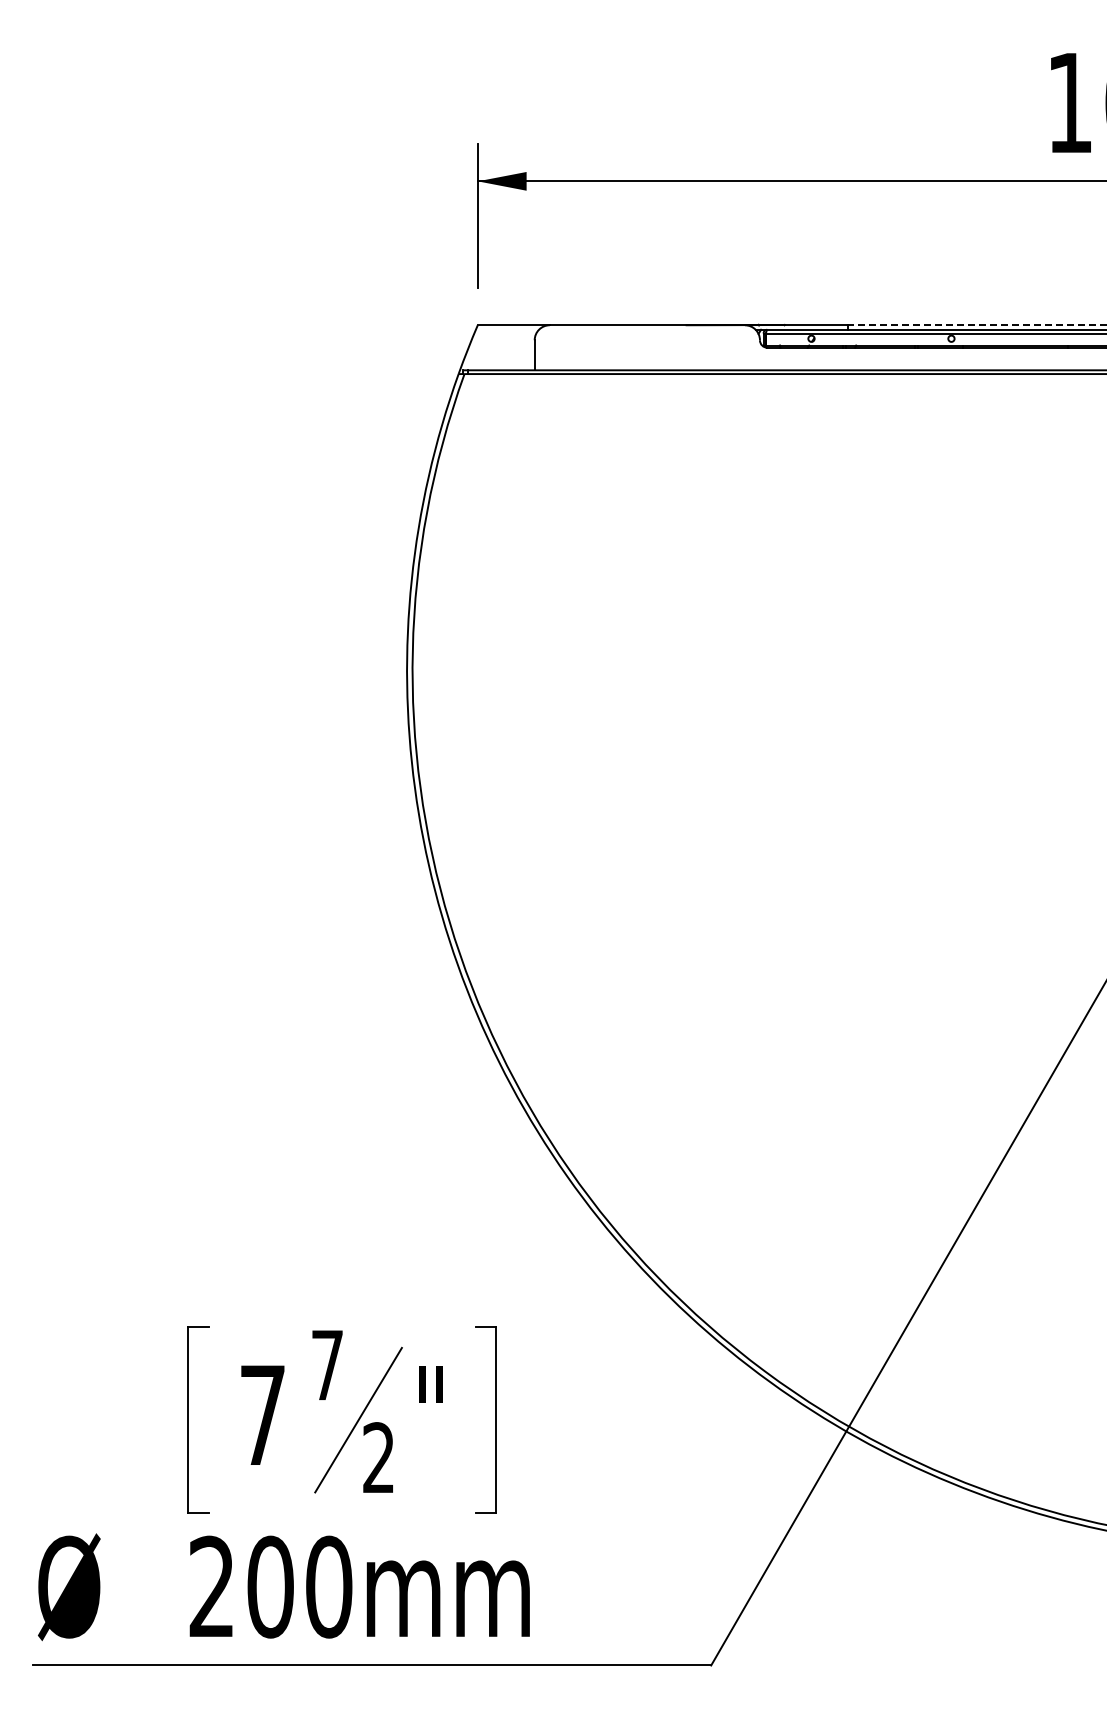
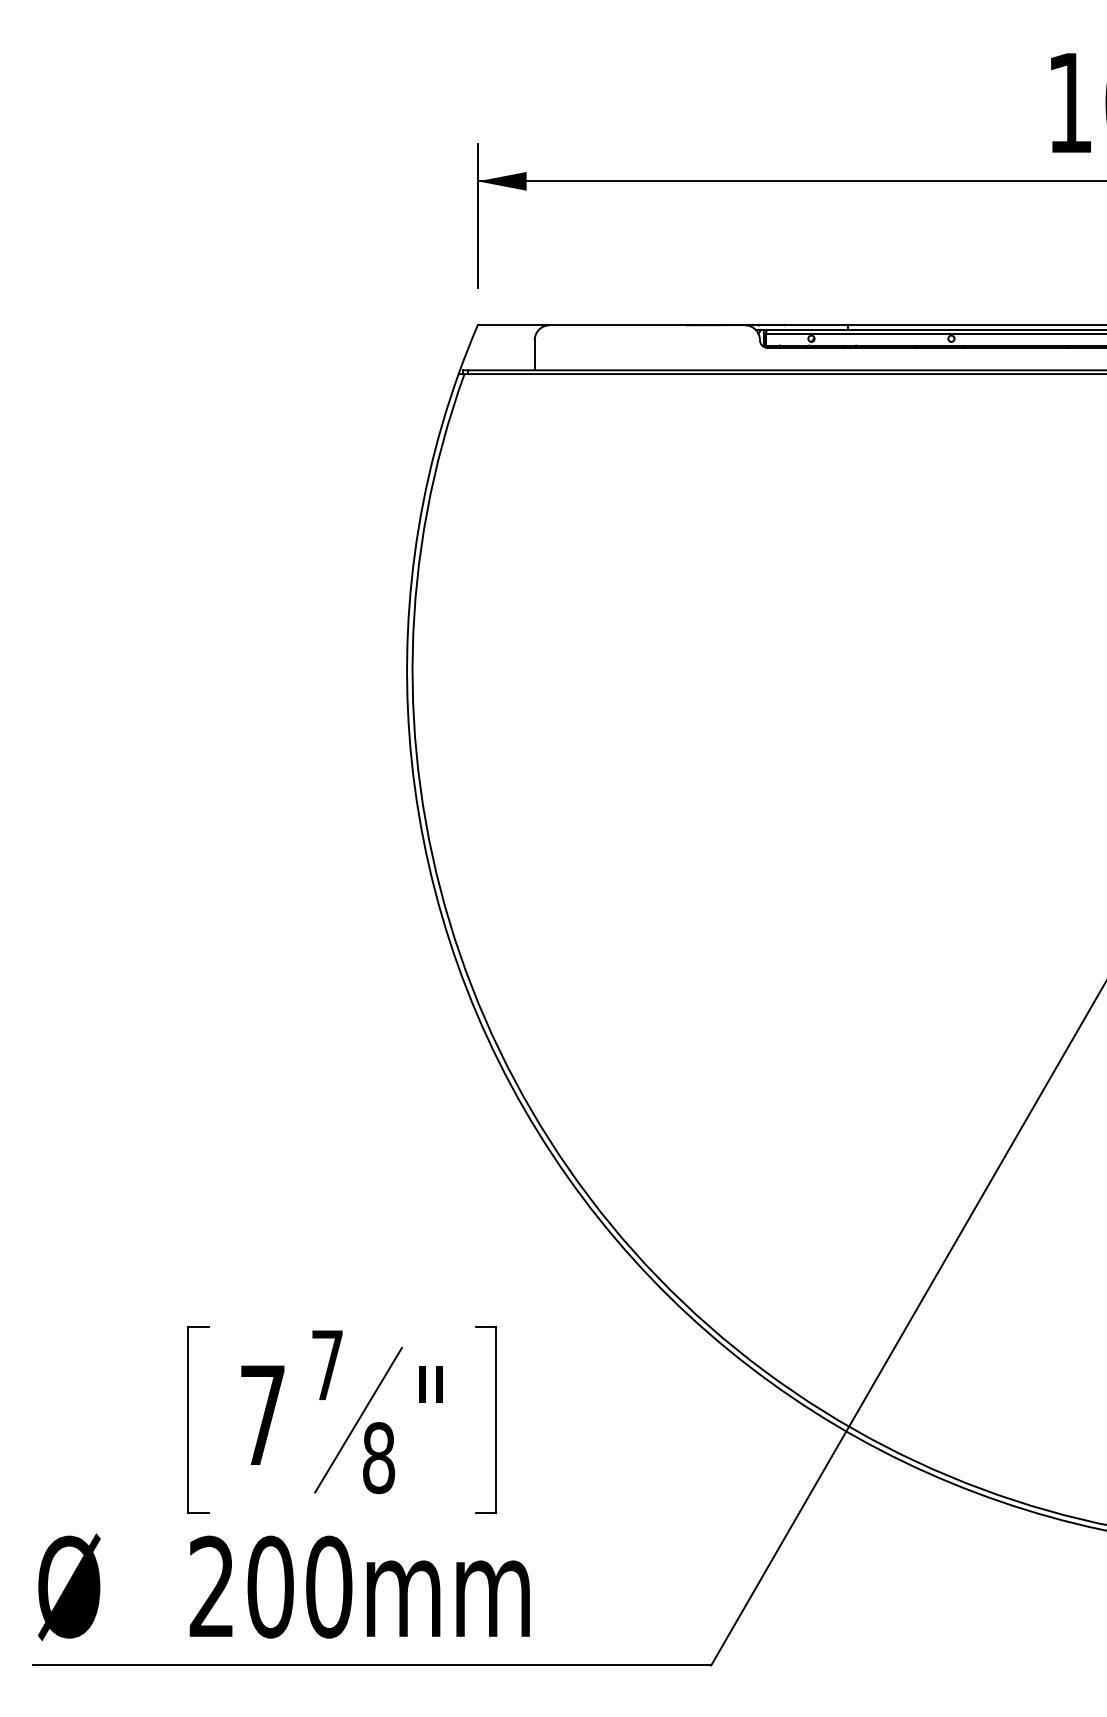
line at (976, 325): dashed -> solid
text at (379, 1458): 2 -> 8
